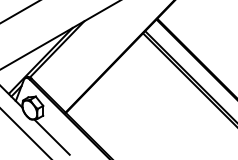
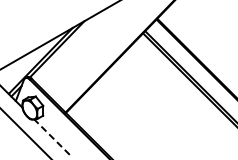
line at (19, 12): present -> none
line at (51, 136): solid -> dashed
